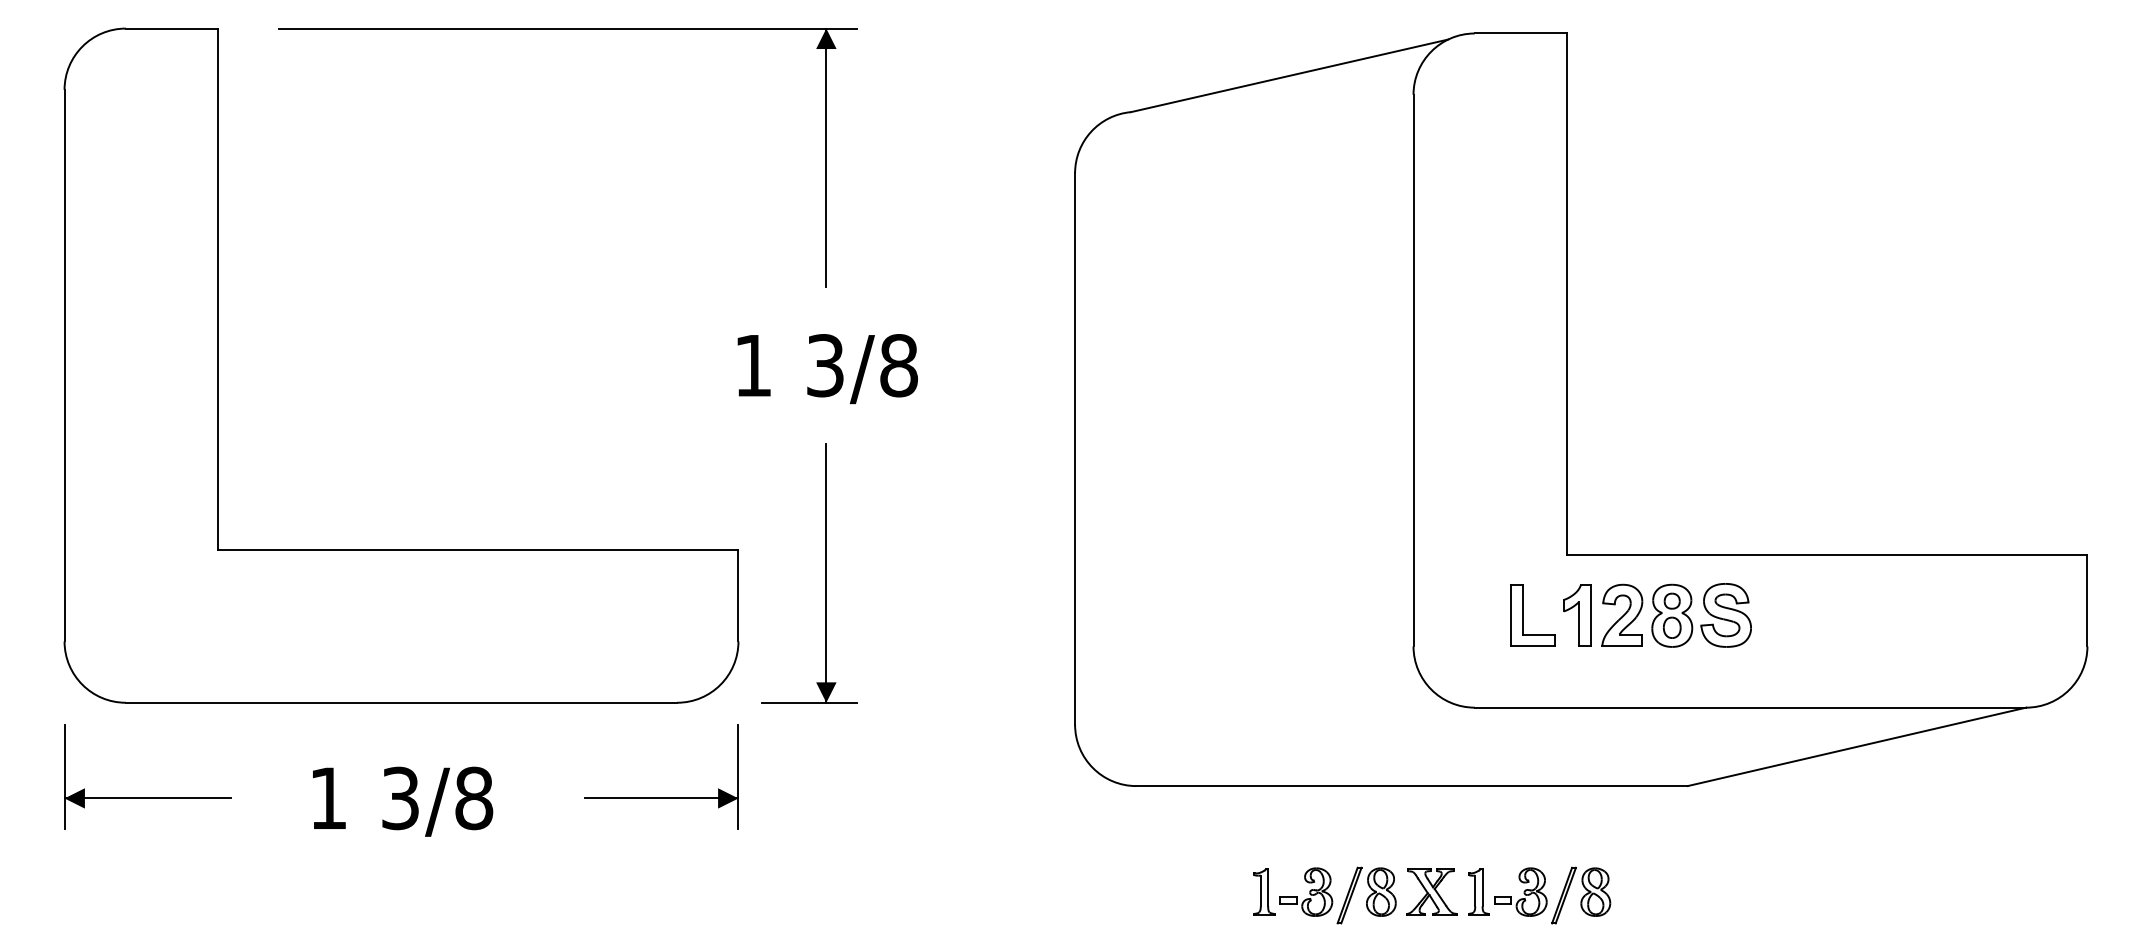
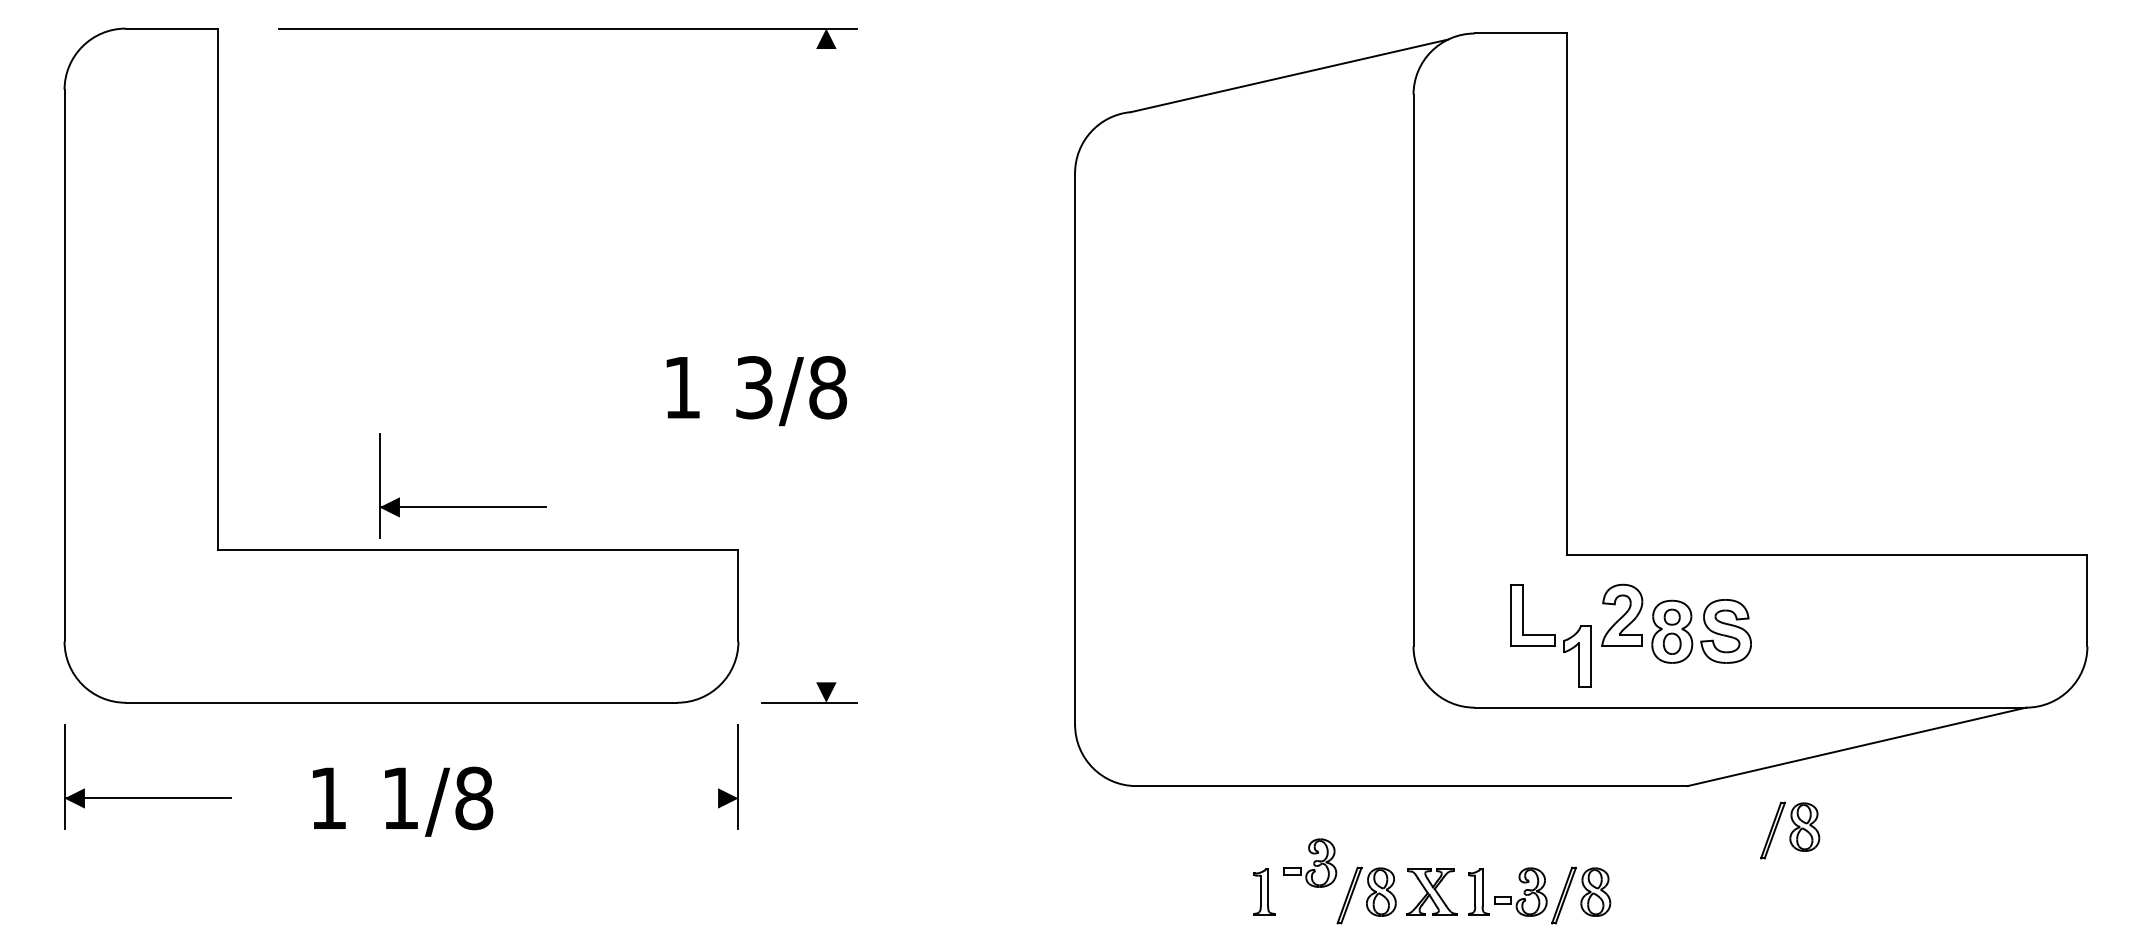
line at (826, 157): present -> none
text at (827, 369) position: (827, 369) -> (756, 391)
part at (462, 506): none -> present
line at (826, 573): present -> none
part at (1705, 610) position: (1705, 610) -> (1705, 626)
part at (1577, 615) position: (1577, 615) -> (1577, 656)
text at (400, 798): 3/8 -> 1/8
line at (661, 798): present -> none
part at (1790, 830): none -> present
part at (1306, 891) position: (1306, 891) -> (1310, 862)
